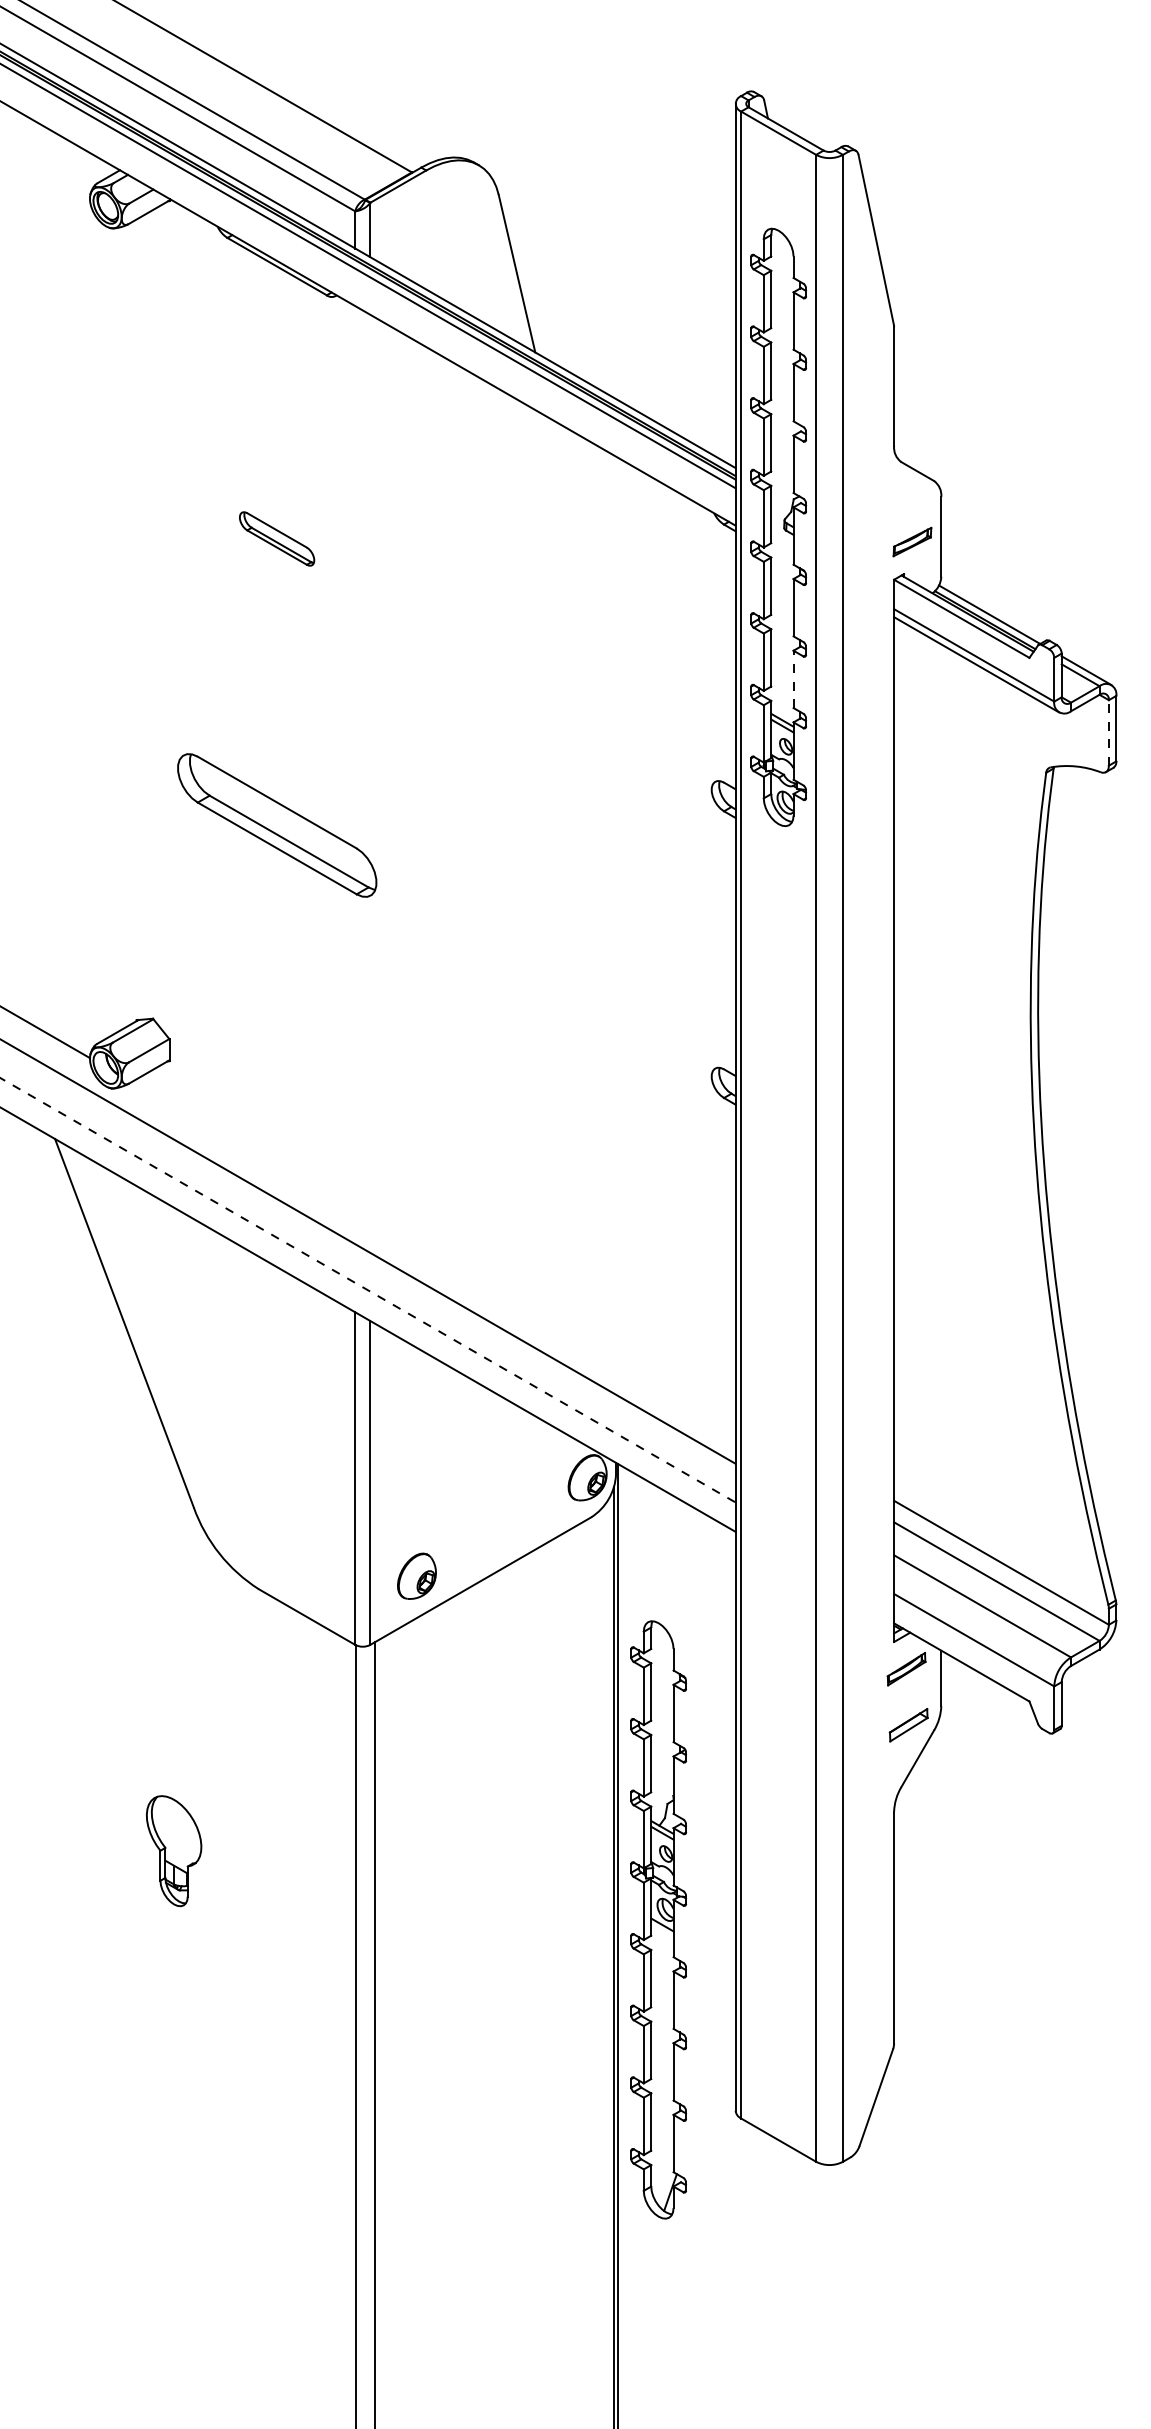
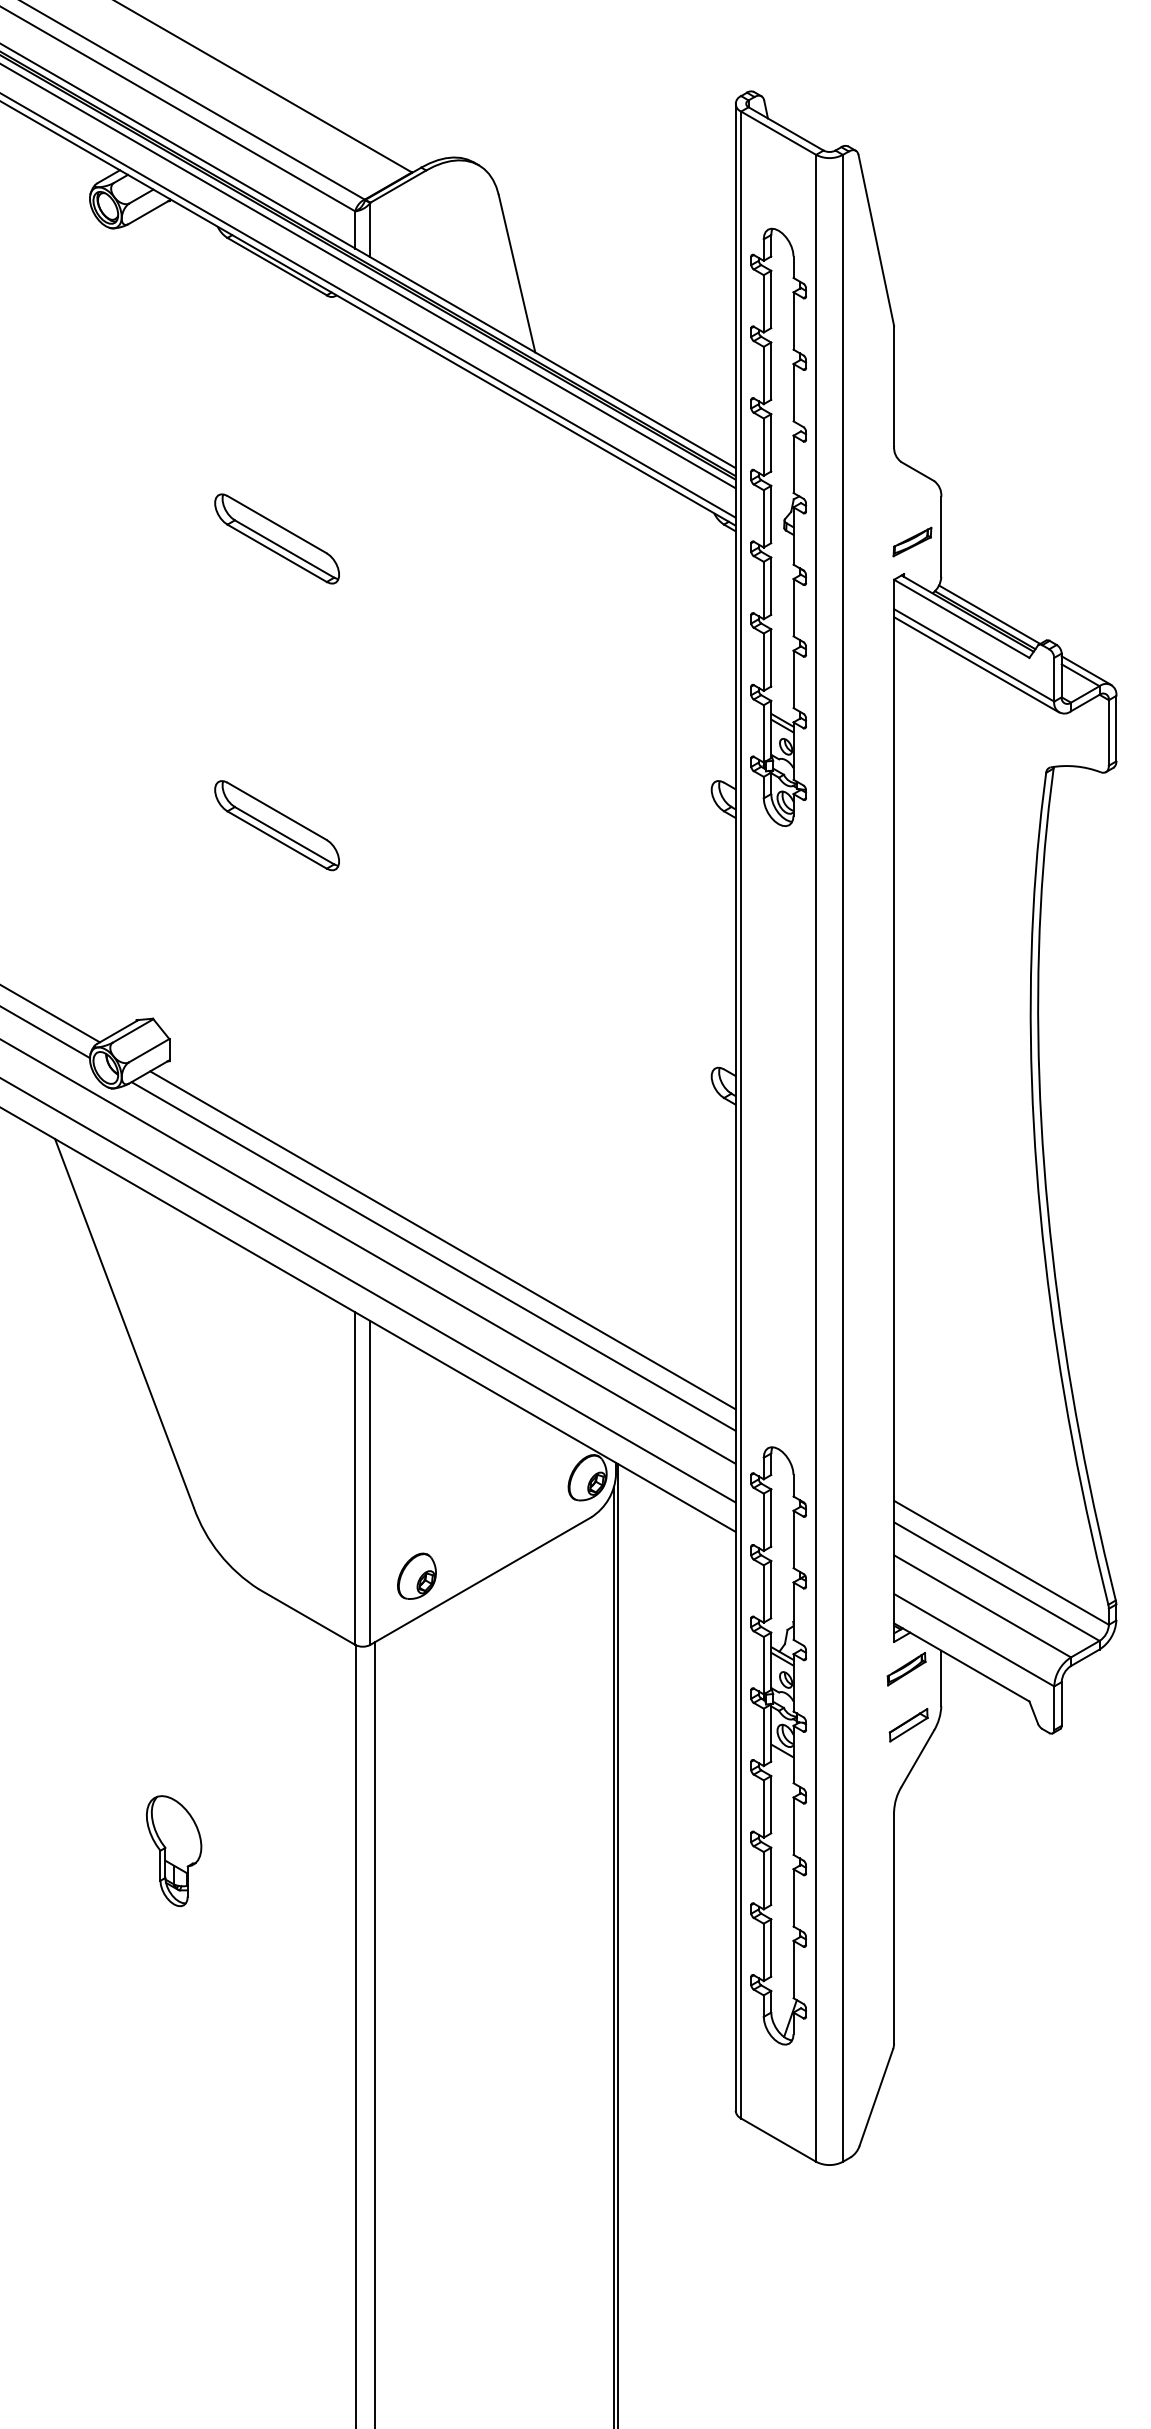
line at (368, 305): none -> present
part at (277, 538) size: 77x56 px -> 126x92 px
line at (793, 679): dashed -> solid
line at (1108, 732): dashed -> solid
part at (277, 825) size: 201x145 px -> 126x92 px
line at (50, 1014): none -> present
line at (442, 1240): none -> present
line at (433, 1256): none -> present
line at (368, 1290): dashed -> solid
part at (658, 1919) position: (658, 1919) -> (778, 1745)
